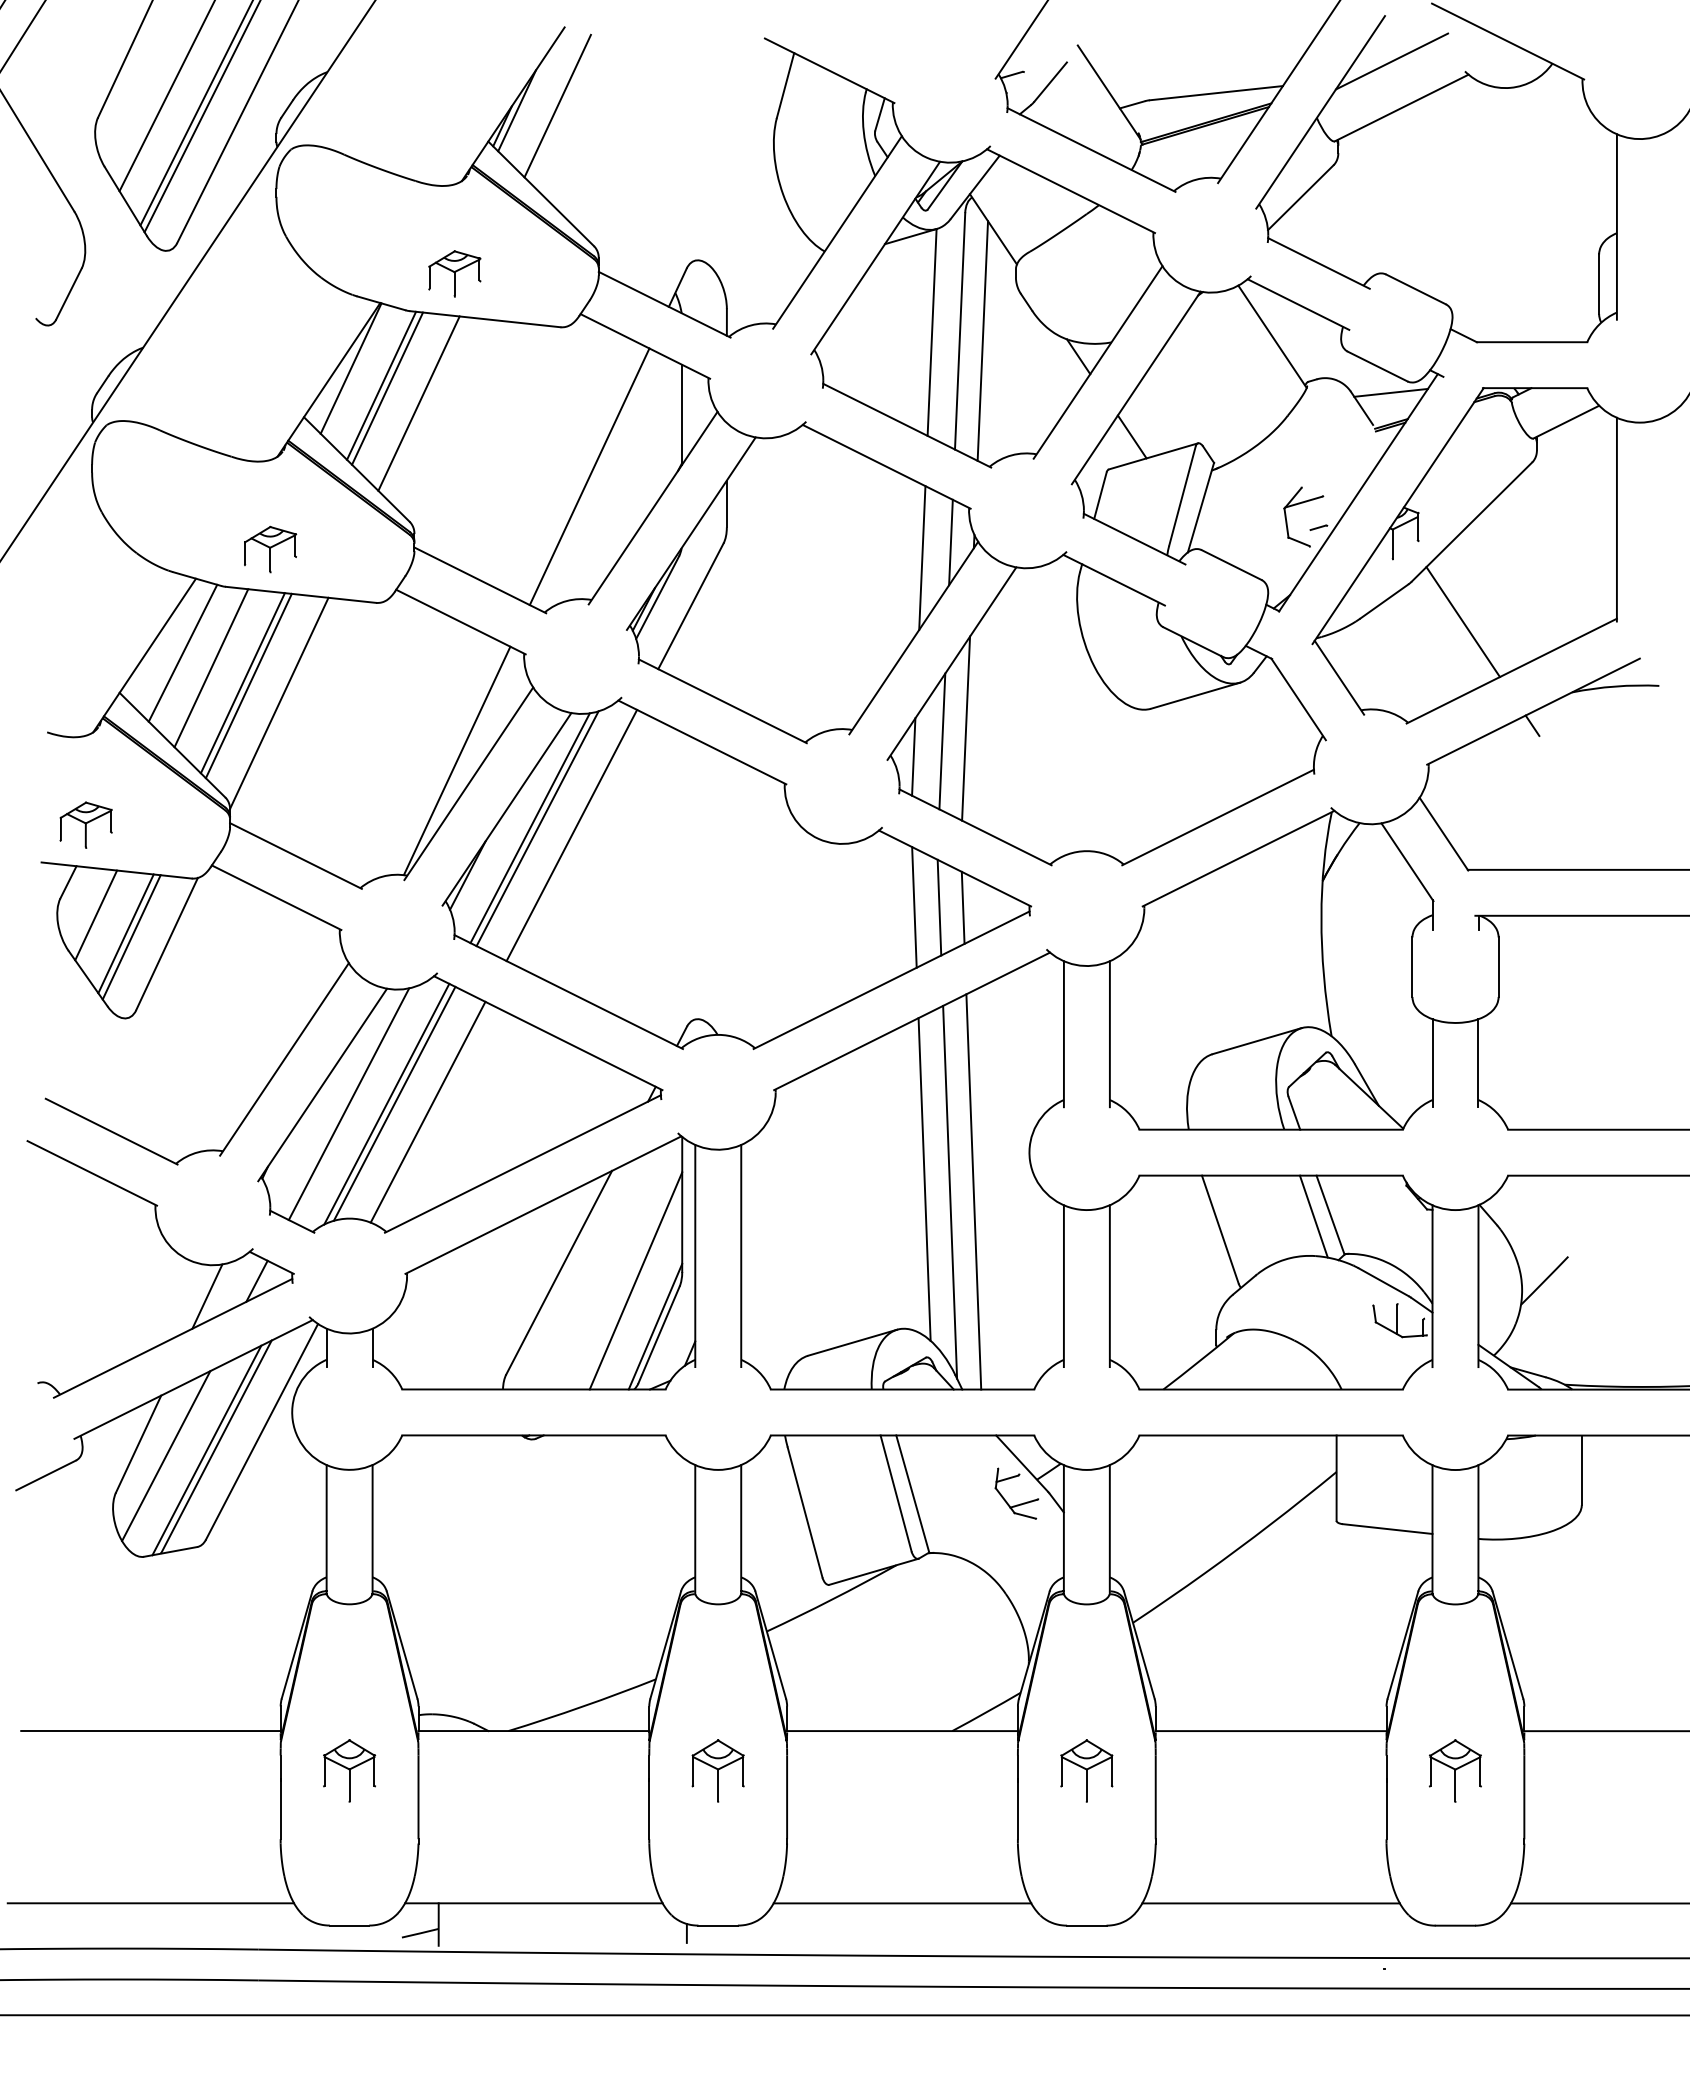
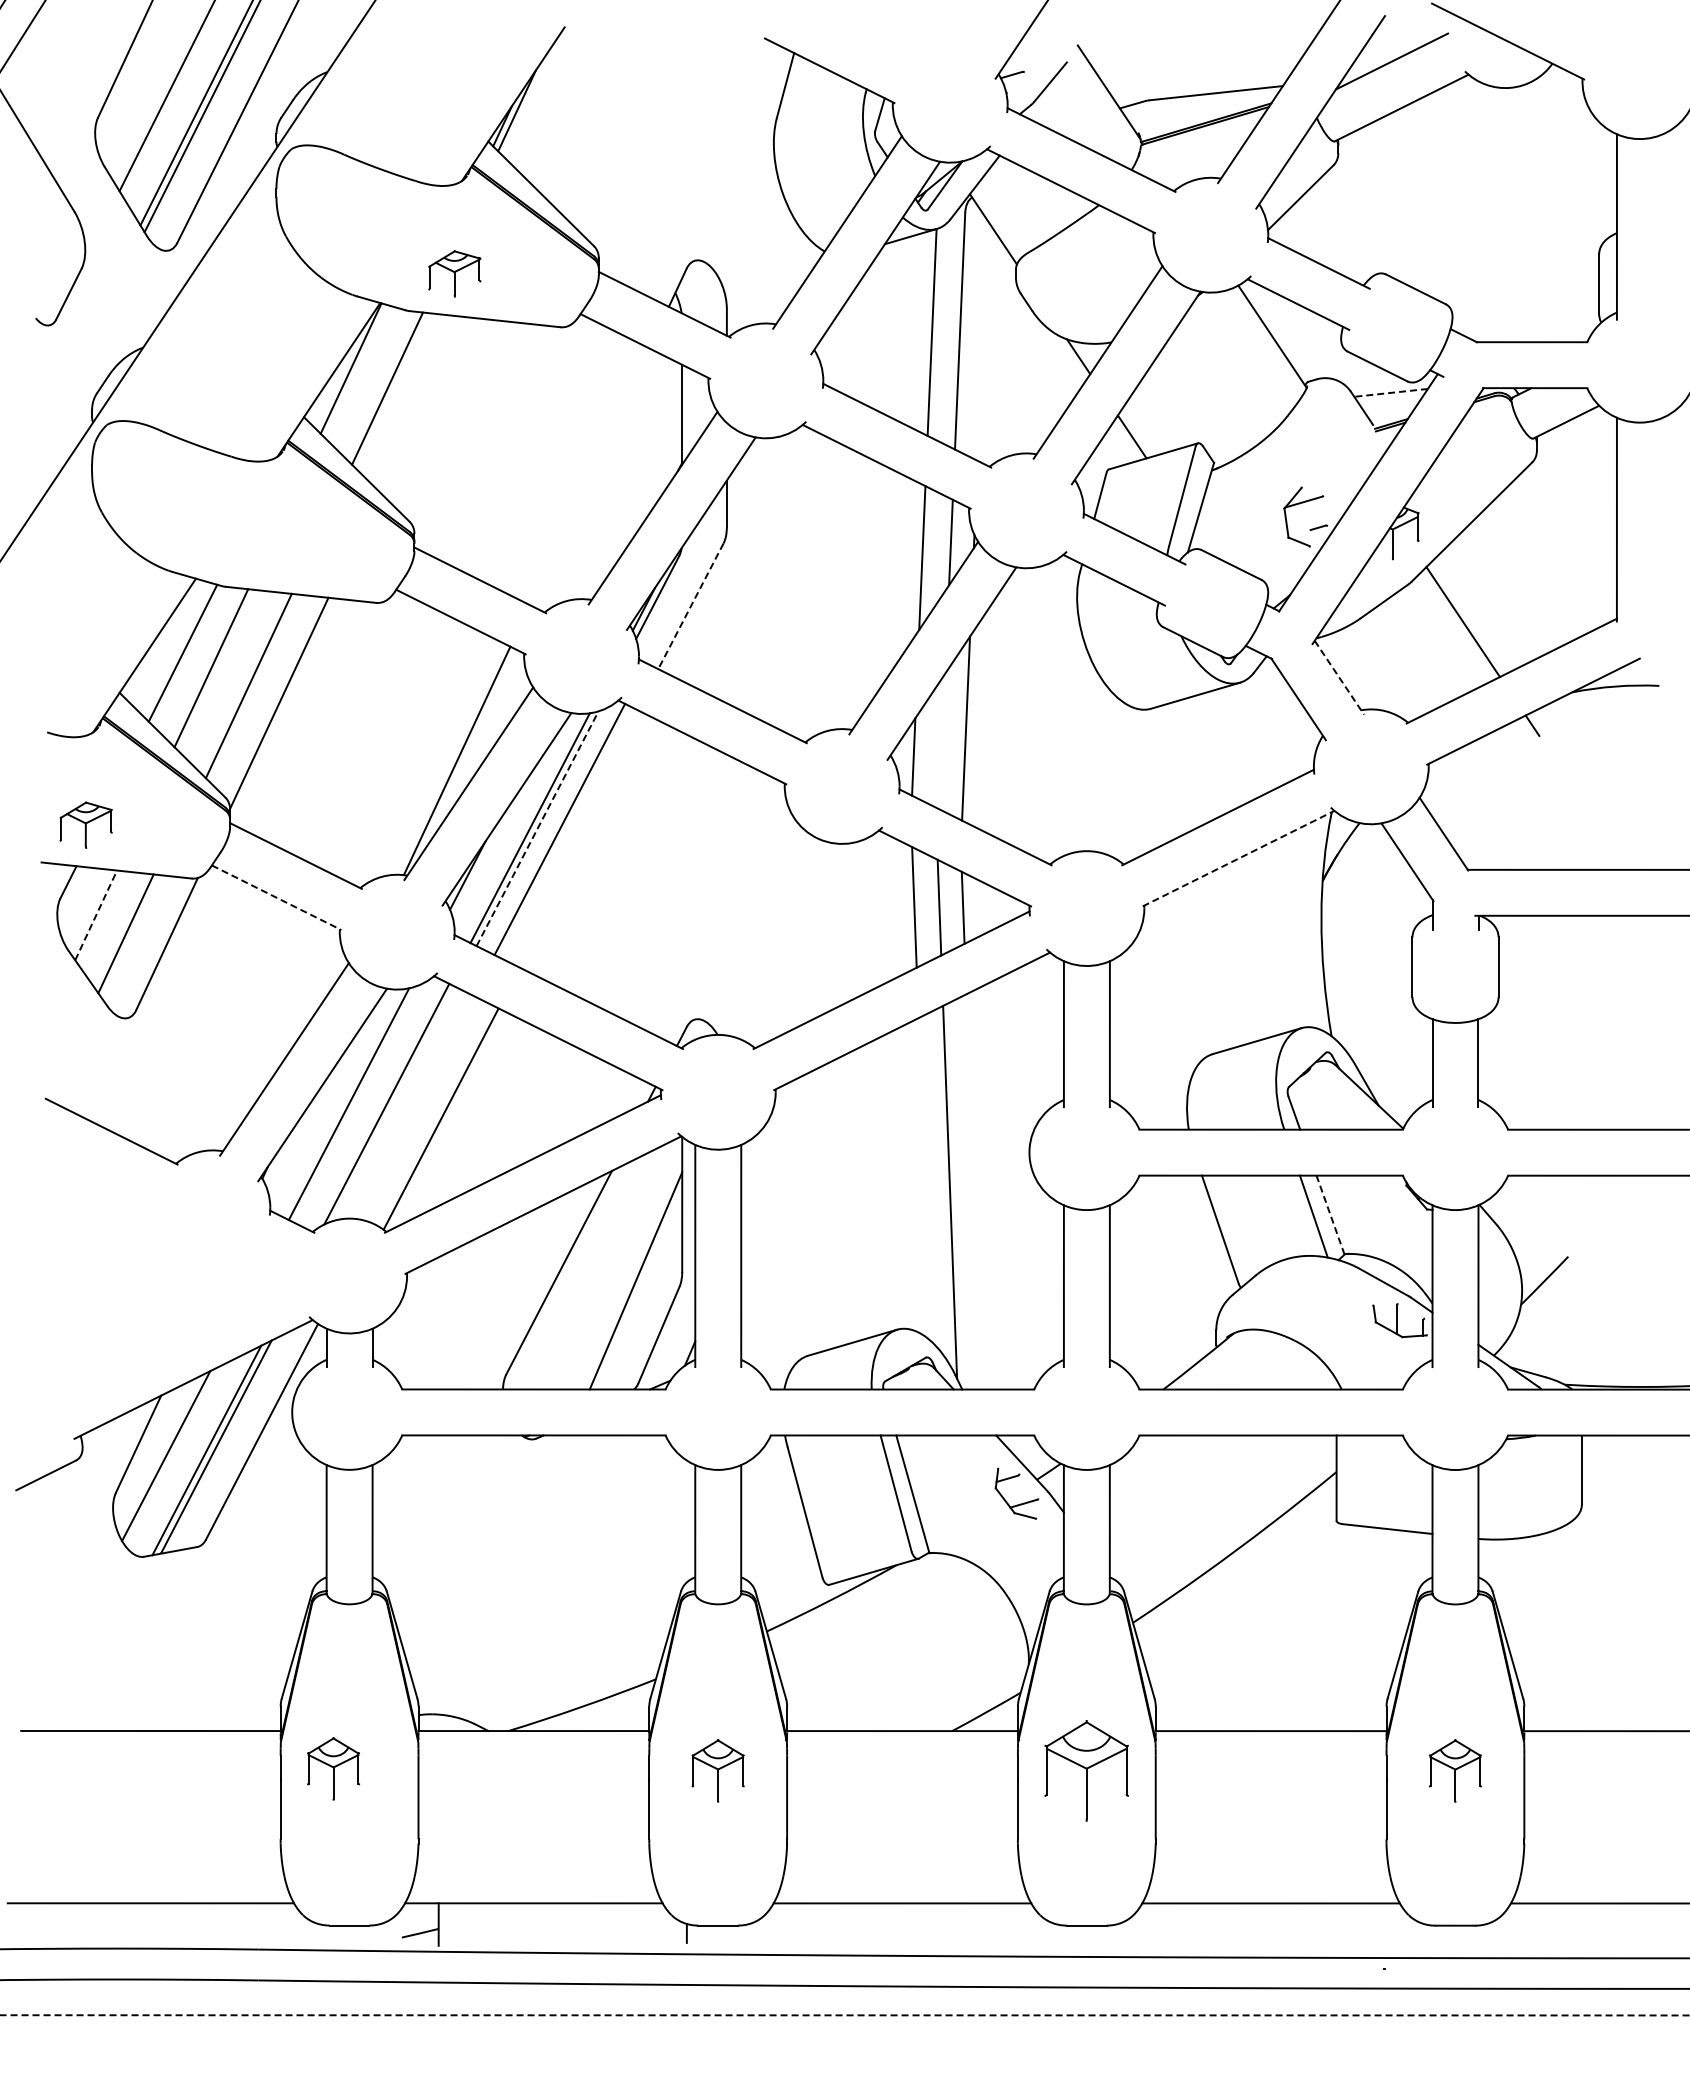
line at (557, 105): present -> none
line at (982, 340): present -> none
line at (381, 385): present -> none
line at (1390, 392): solid -> dashed
line at (418, 403): present -> none
line at (589, 476): present -> none
part at (270, 549): present -> none
line at (690, 606): solid -> dashed
line at (1339, 678): solid -> dashed
line at (242, 683): present -> none
line at (942, 741): present -> none
line at (537, 828): solid -> dashed
line at (571, 835) position: (571, 835) -> (559, 829)
line at (1239, 858): solid -> dashed
line at (277, 897): solid -> dashed
line at (96, 915): solid -> dashed
line at (131, 937): present -> none
line at (394, 1103): present -> none
line at (427, 1111) position: (427, 1111) -> (440, 1118)
line at (924, 1179): present -> none
line at (973, 1191): present -> none
line at (1330, 1215): solid -> dashed
part at (176, 1253): present -> none
line at (655, 1326): present -> none
part at (349, 1770) position: (349, 1770) -> (333, 1768)
part at (1086, 1770) size: 54x64 px -> 85x102 px
line at (845, 2015): solid -> dashed
